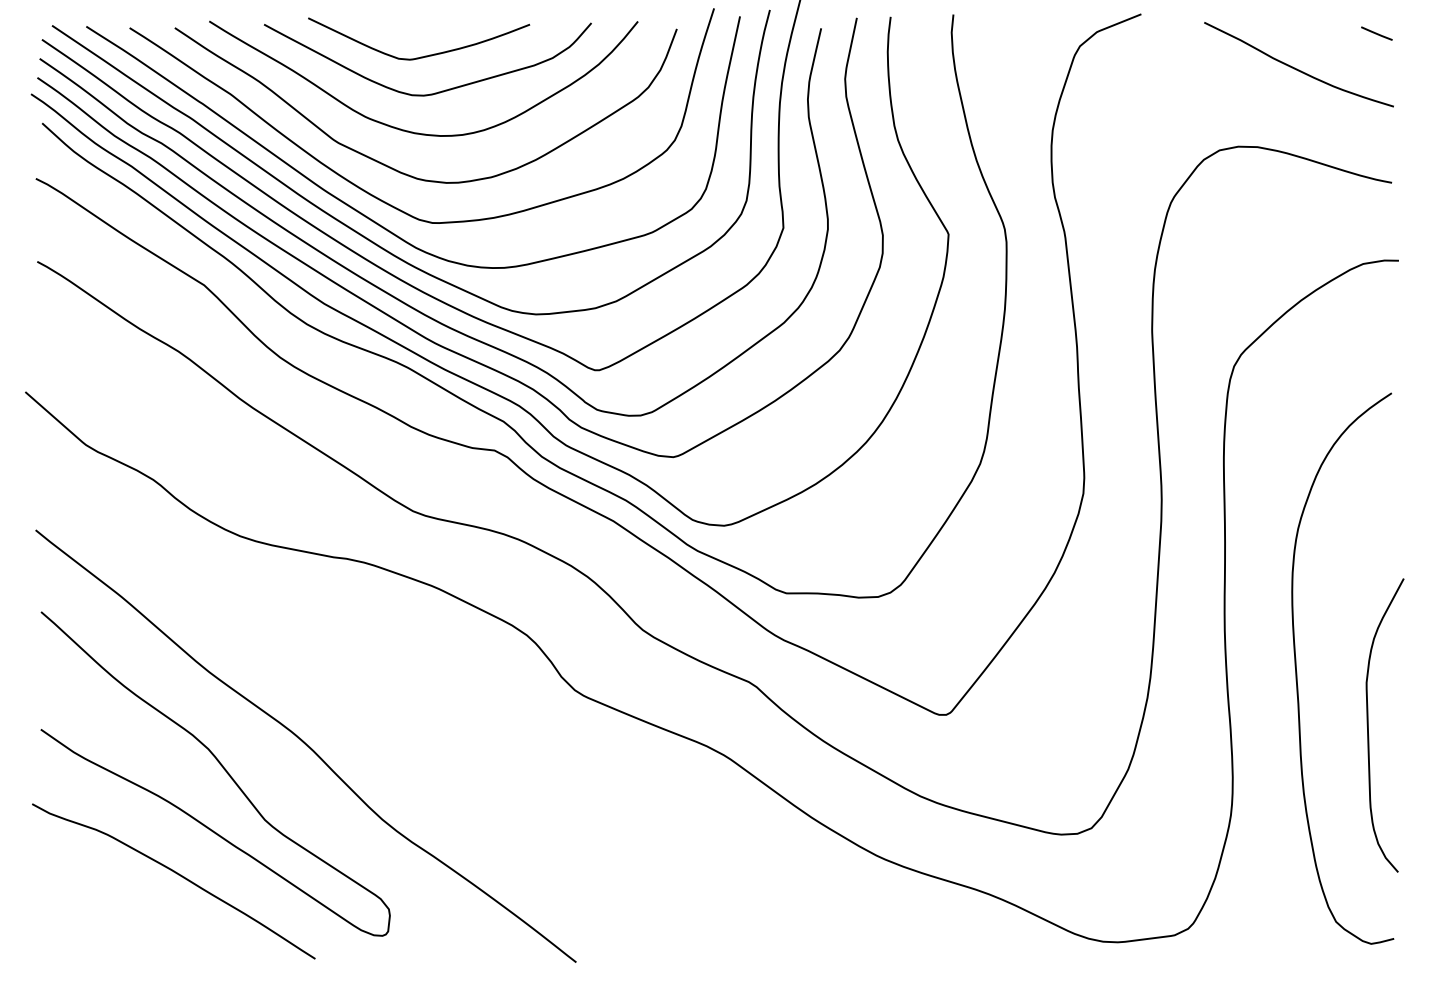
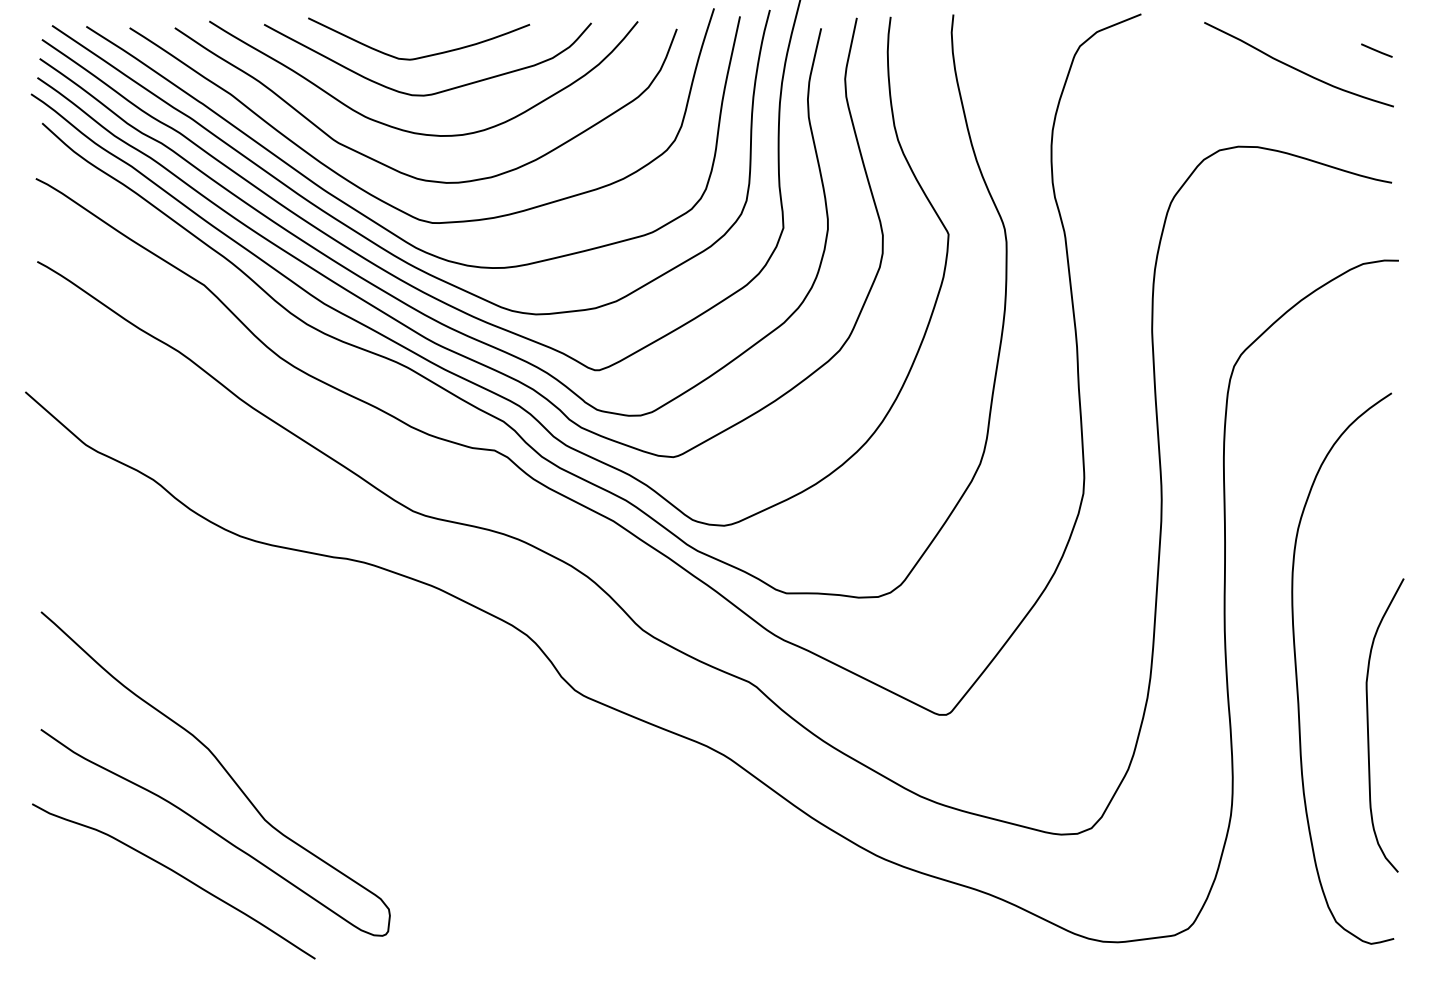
line at (1376, 33) position: (1376, 33) -> (1376, 50)
curve at (305, 745): present -> none
